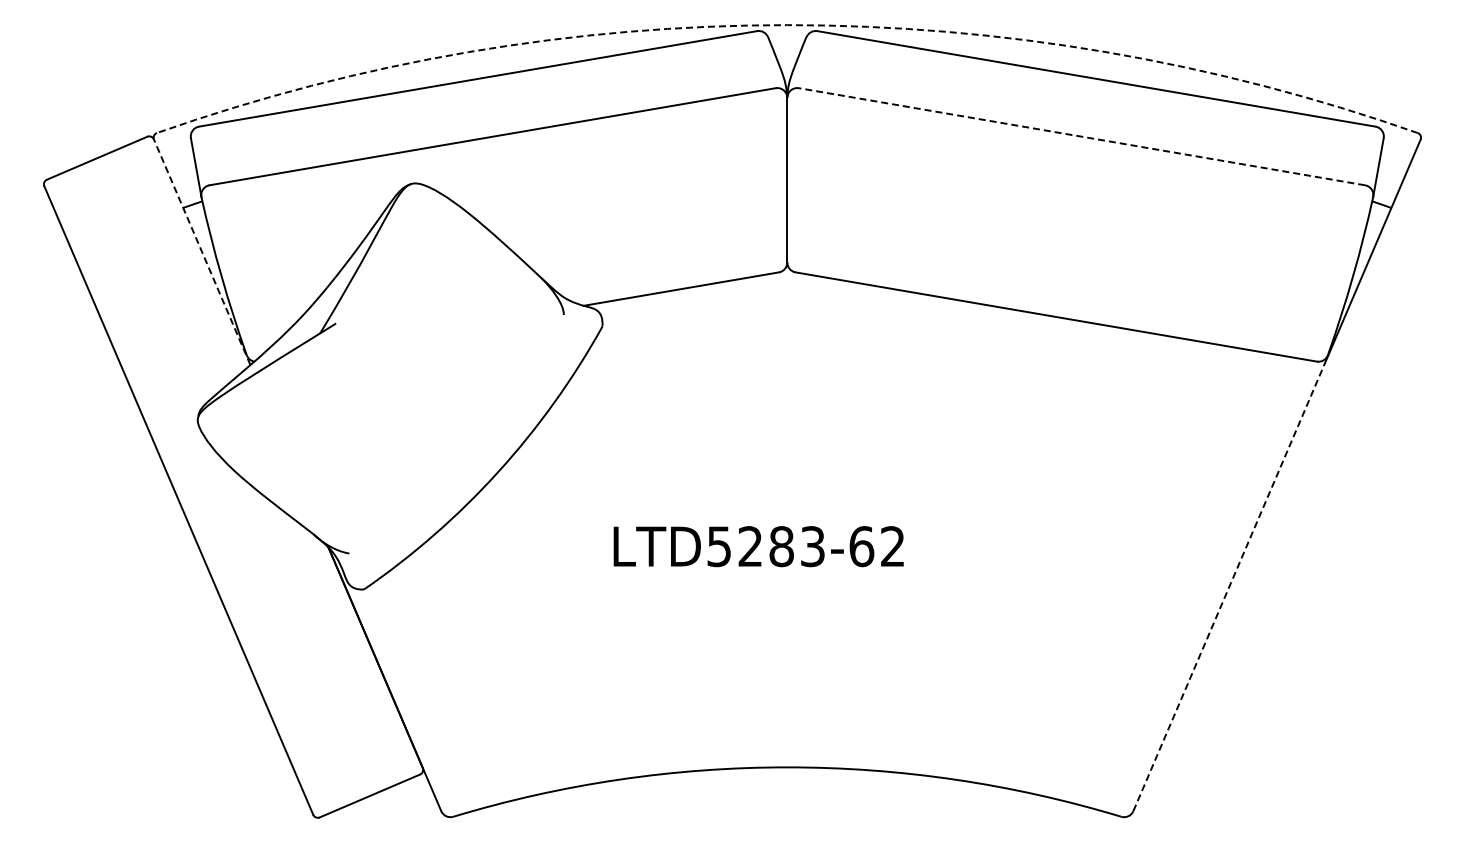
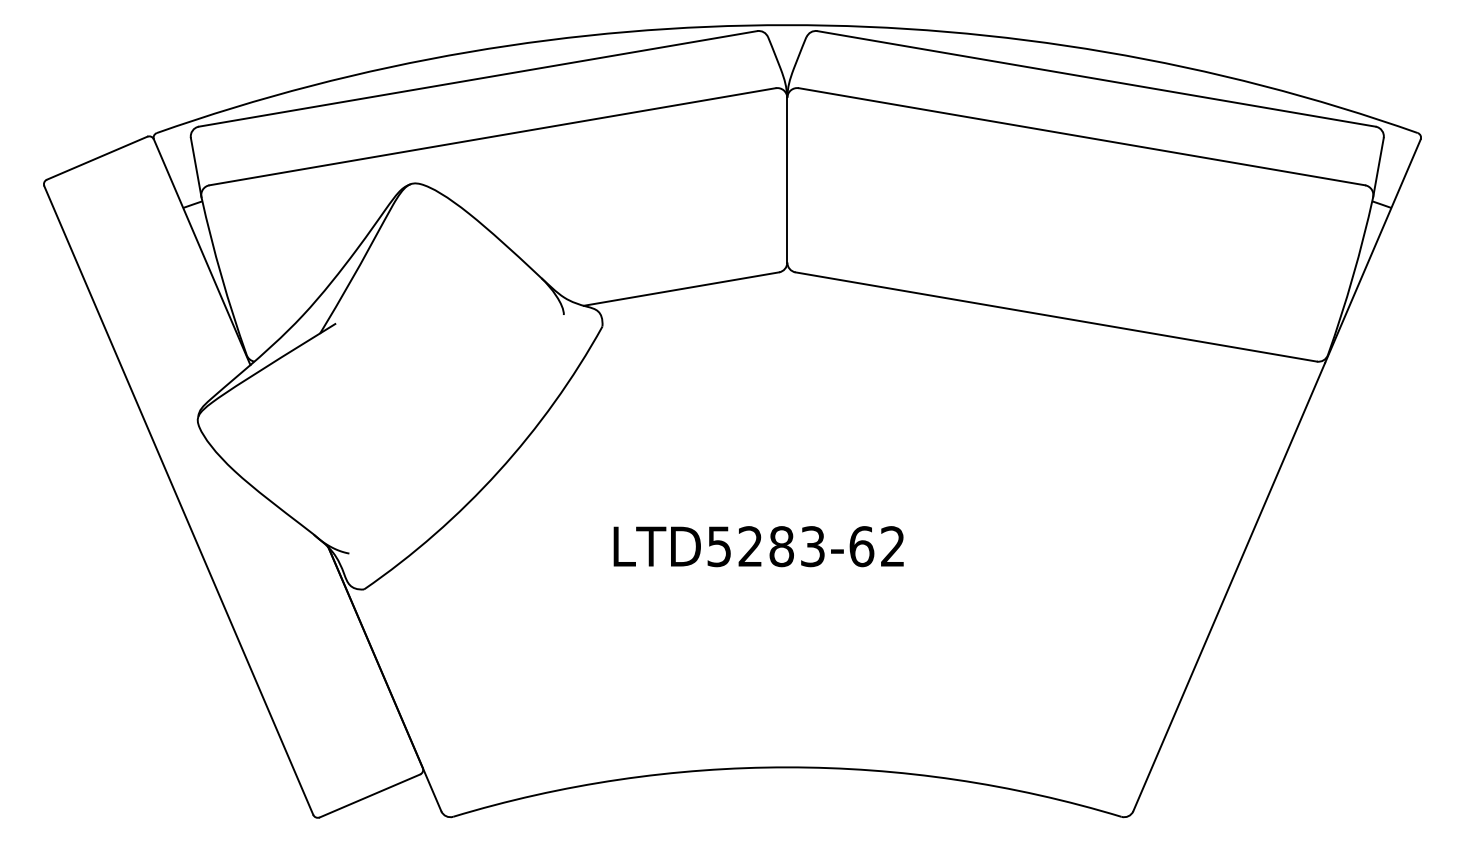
arc at (787, 25): dashed -> solid
line at (1081, 136): dashed -> solid
line at (202, 252): dashed -> solid
line at (1229, 587): dashed -> solid
